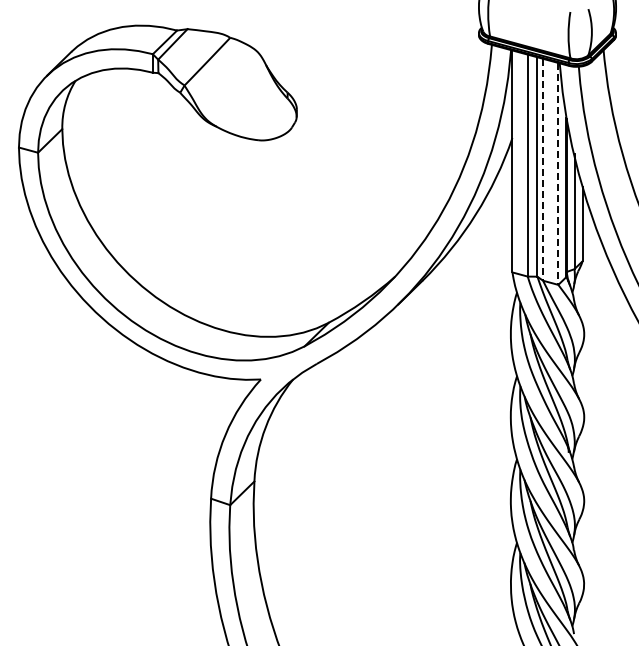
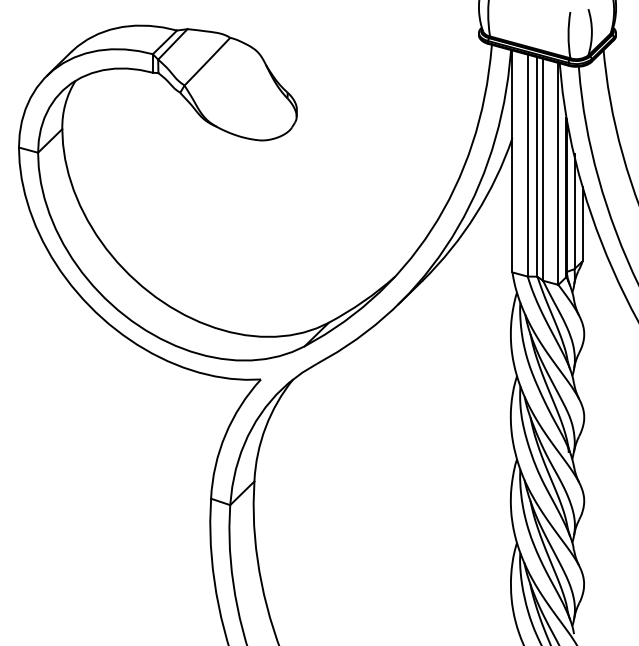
line at (543, 169): dashed -> solid
line at (558, 173): dashed -> solid
